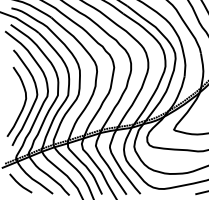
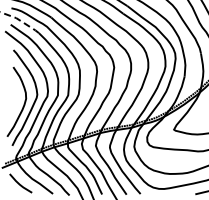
line at (20, 20): solid -> dashed
